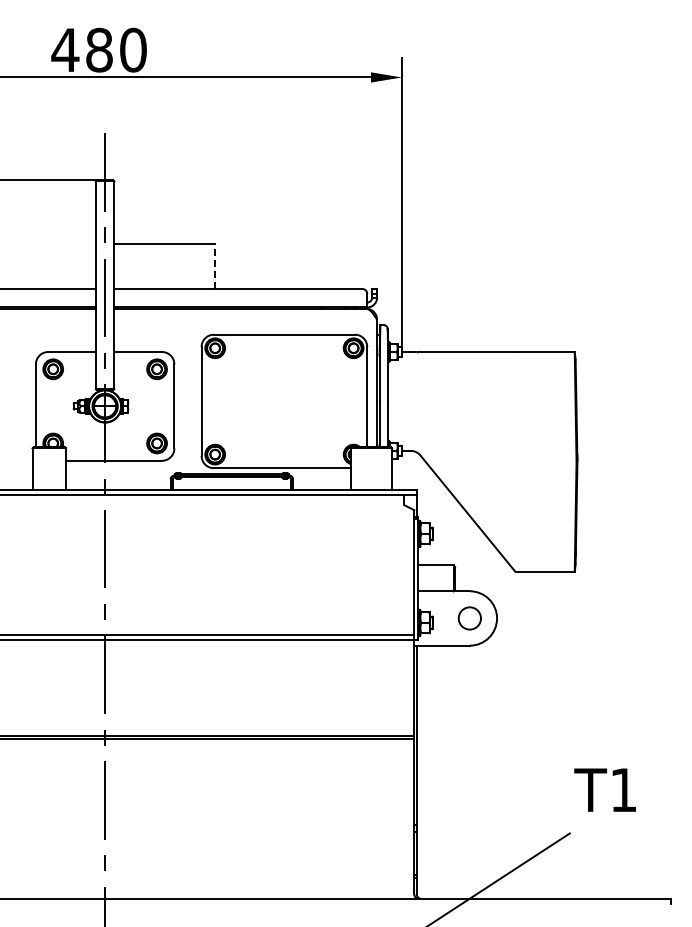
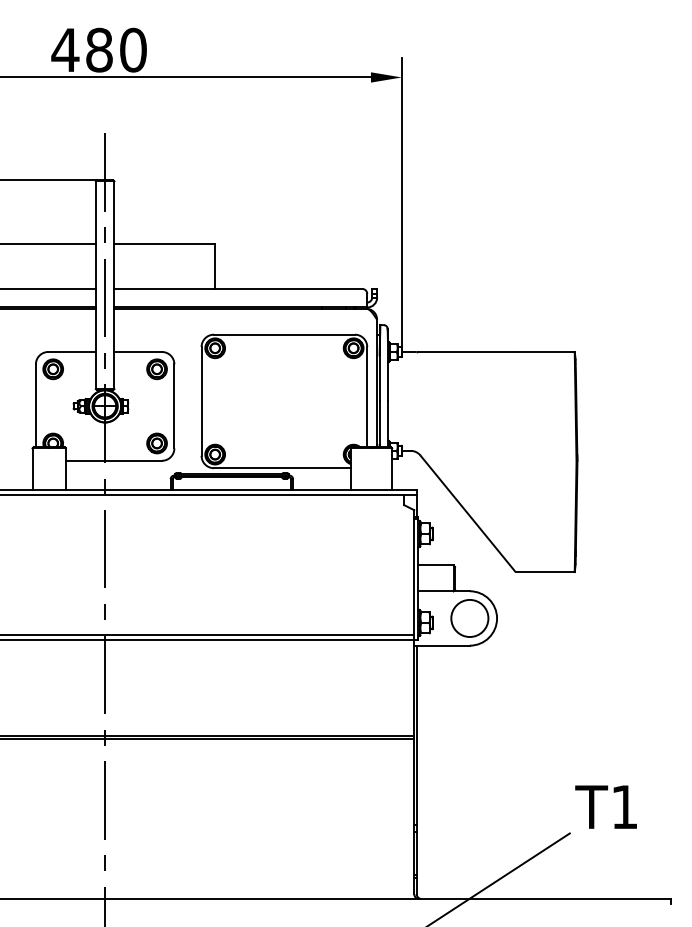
line at (48, 244): none -> present
line at (215, 266): dashed -> solid
circle at (469, 618) diameter: 22 px -> 37 px
text at (604, 789) position: (604, 789) -> (605, 806)
